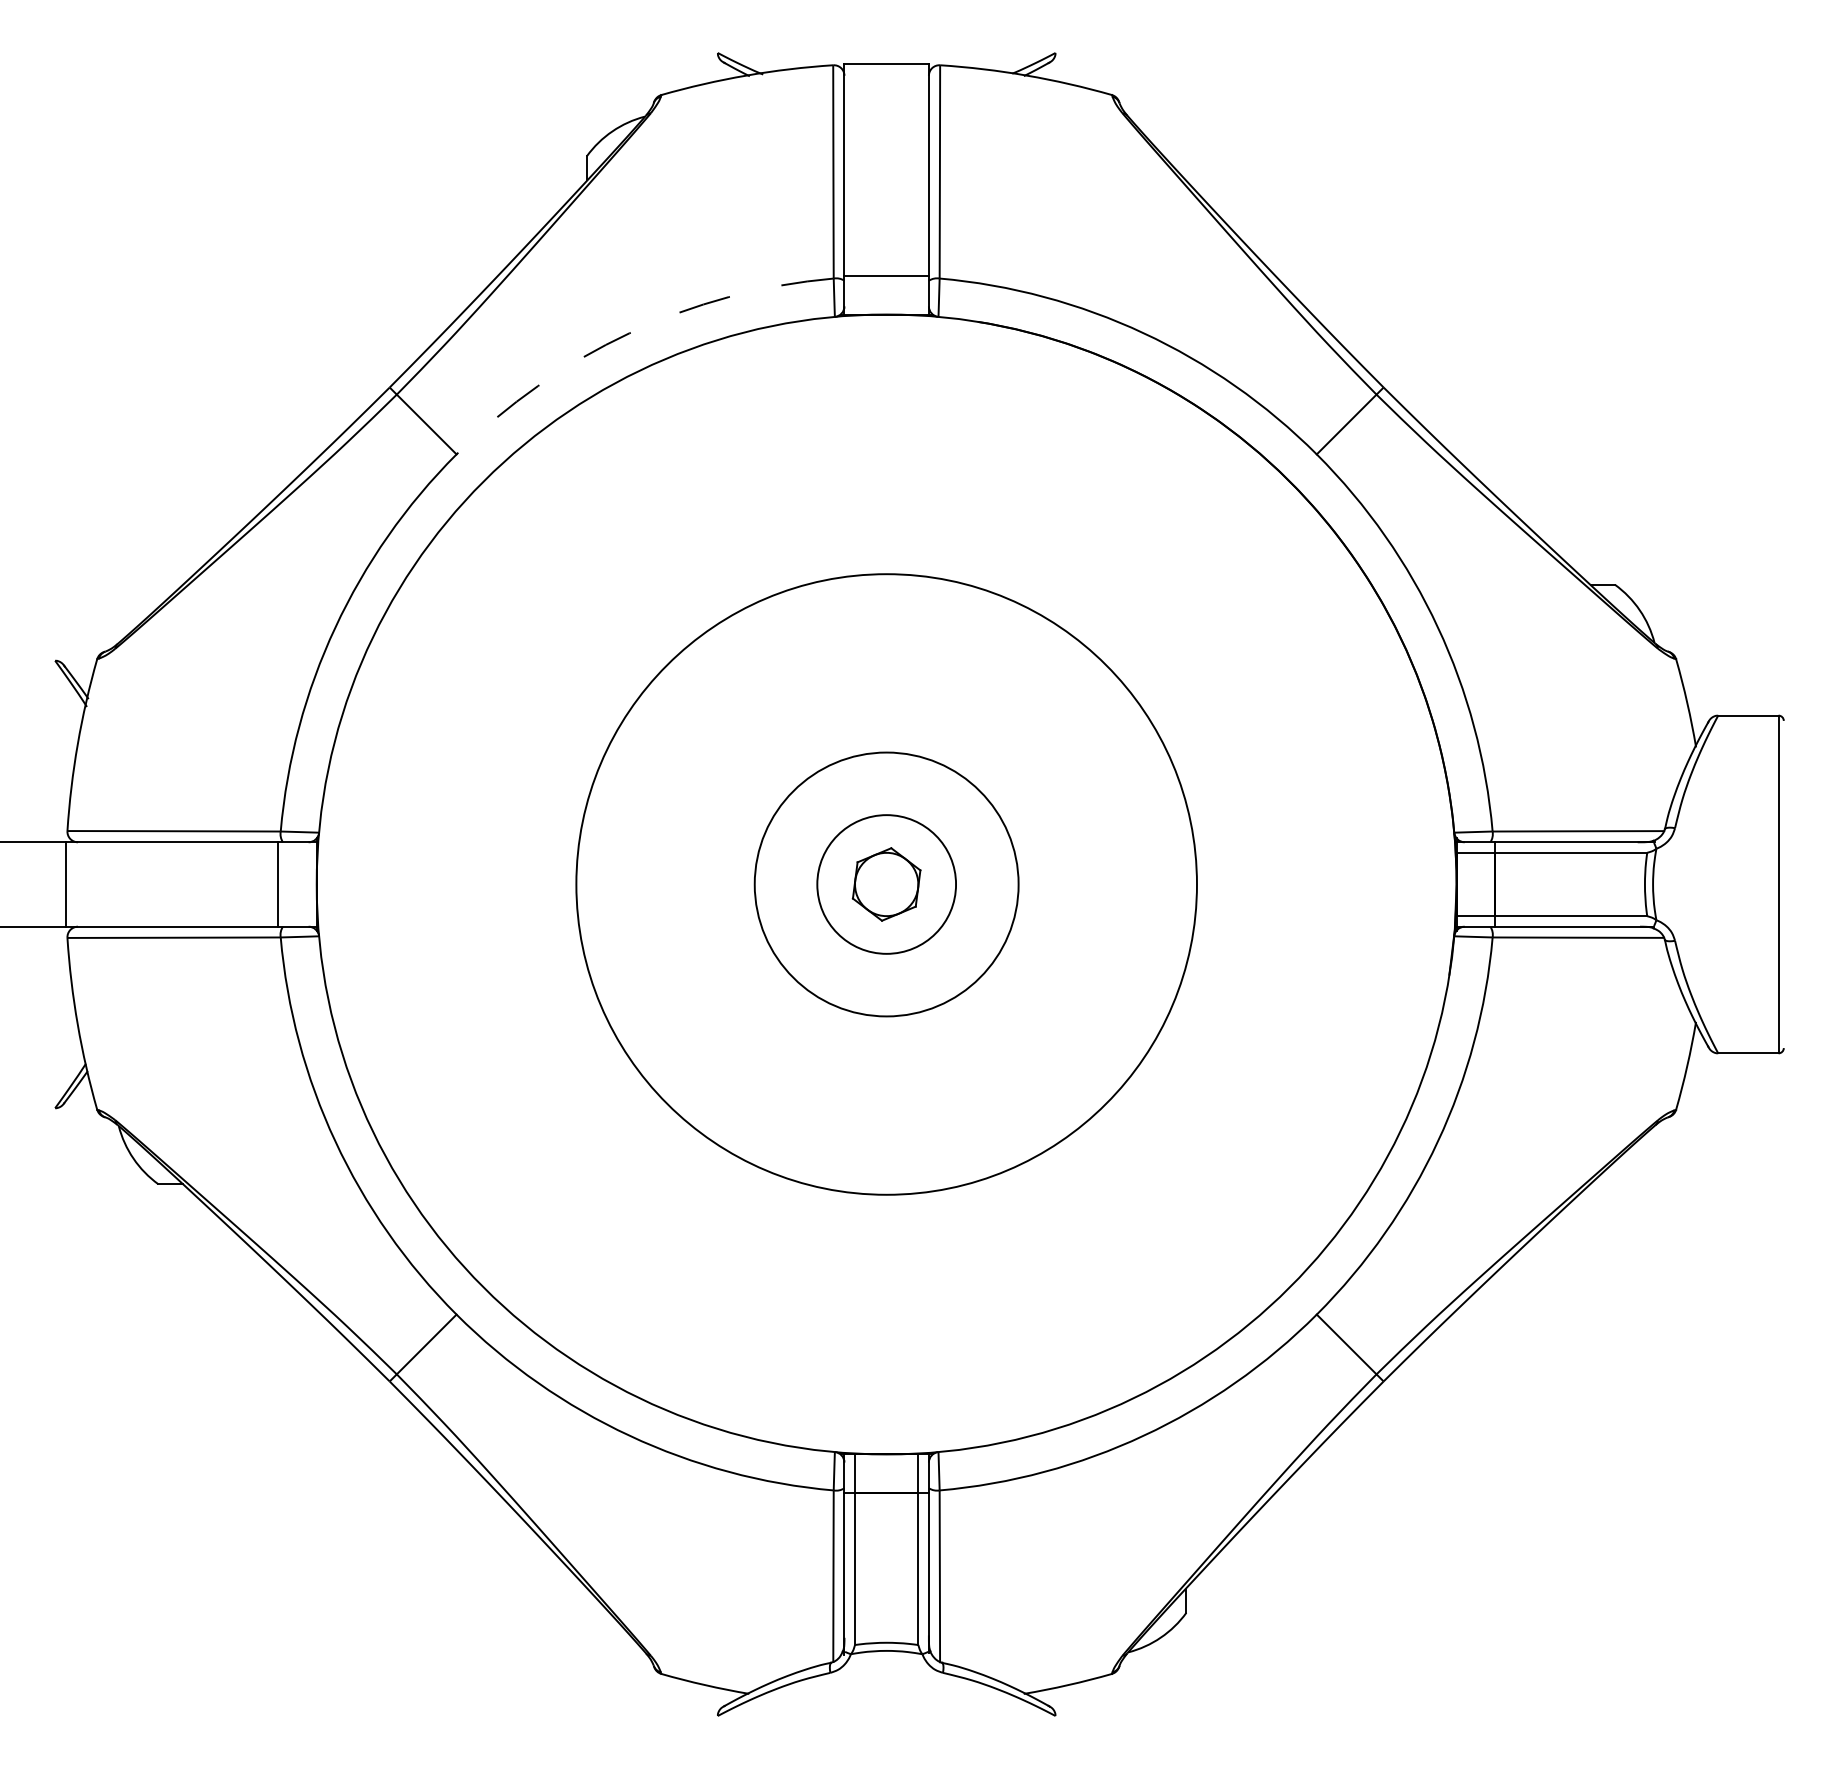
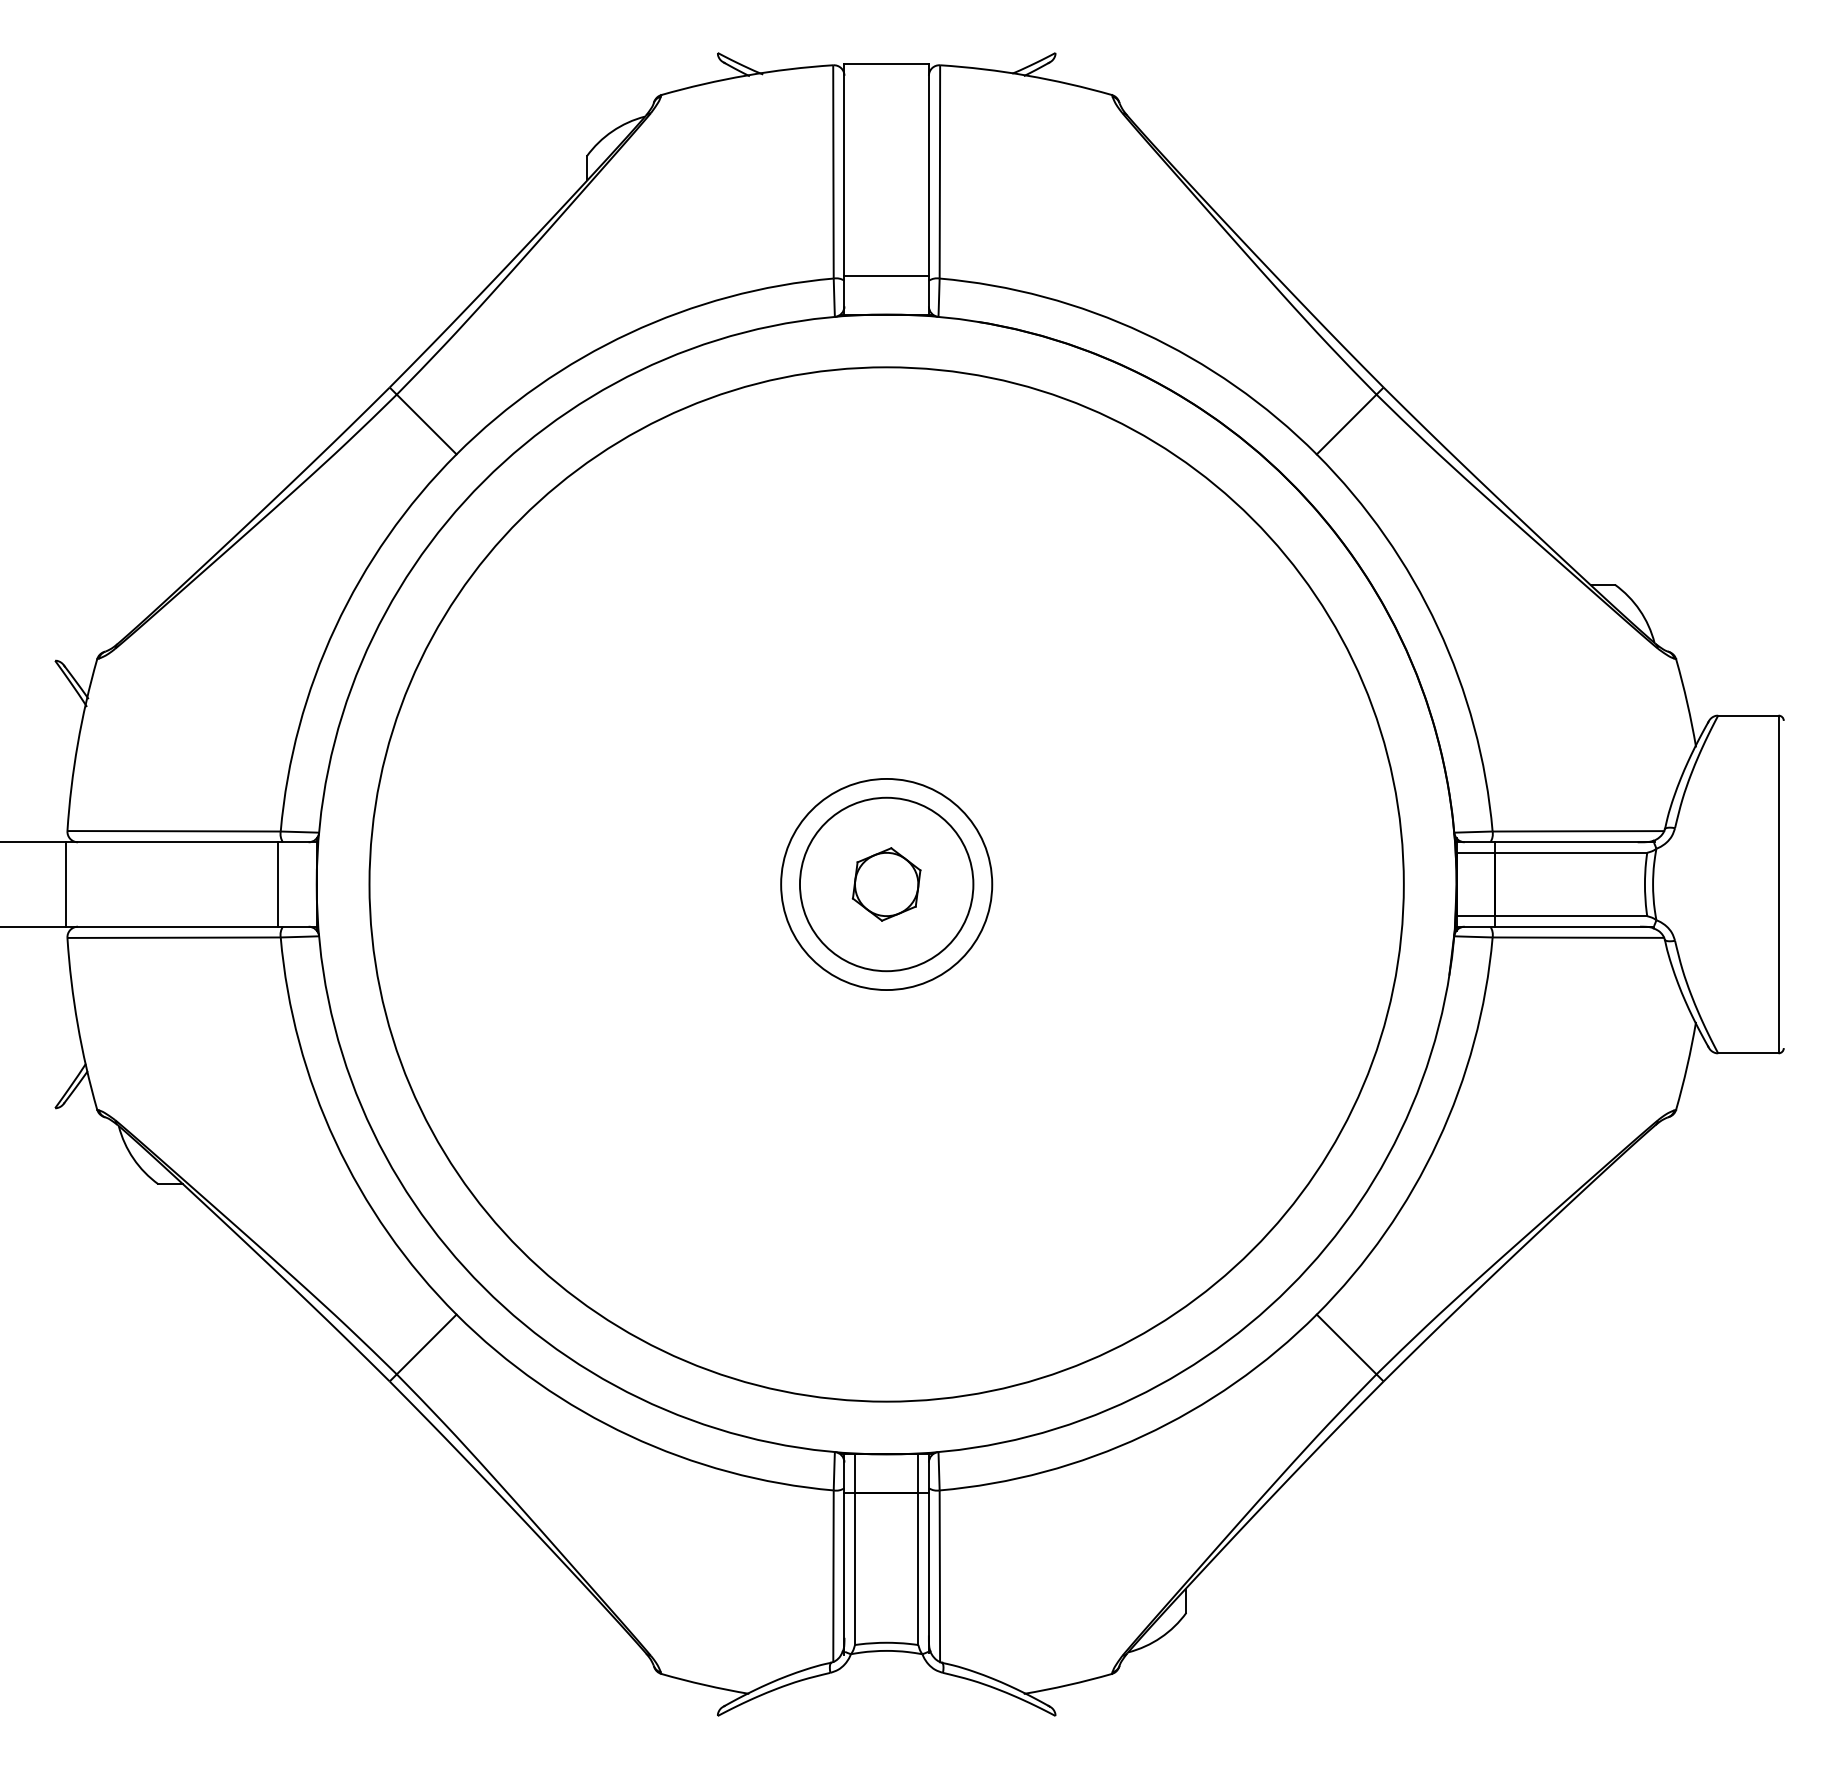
arc at (629, 333): dashed -> solid
circle at (886, 884) diameter: 139 px -> 173 px
circle at (886, 884) diameter: 264 px -> 211 px
circle at (886, 884) diameter: 621 px -> 1034 px
